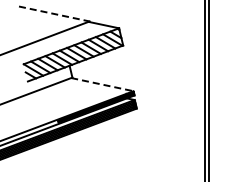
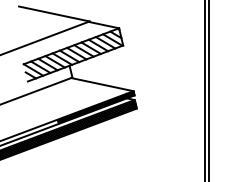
line at (54, 14): dashed -> solid
line at (102, 84): dashed -> solid
